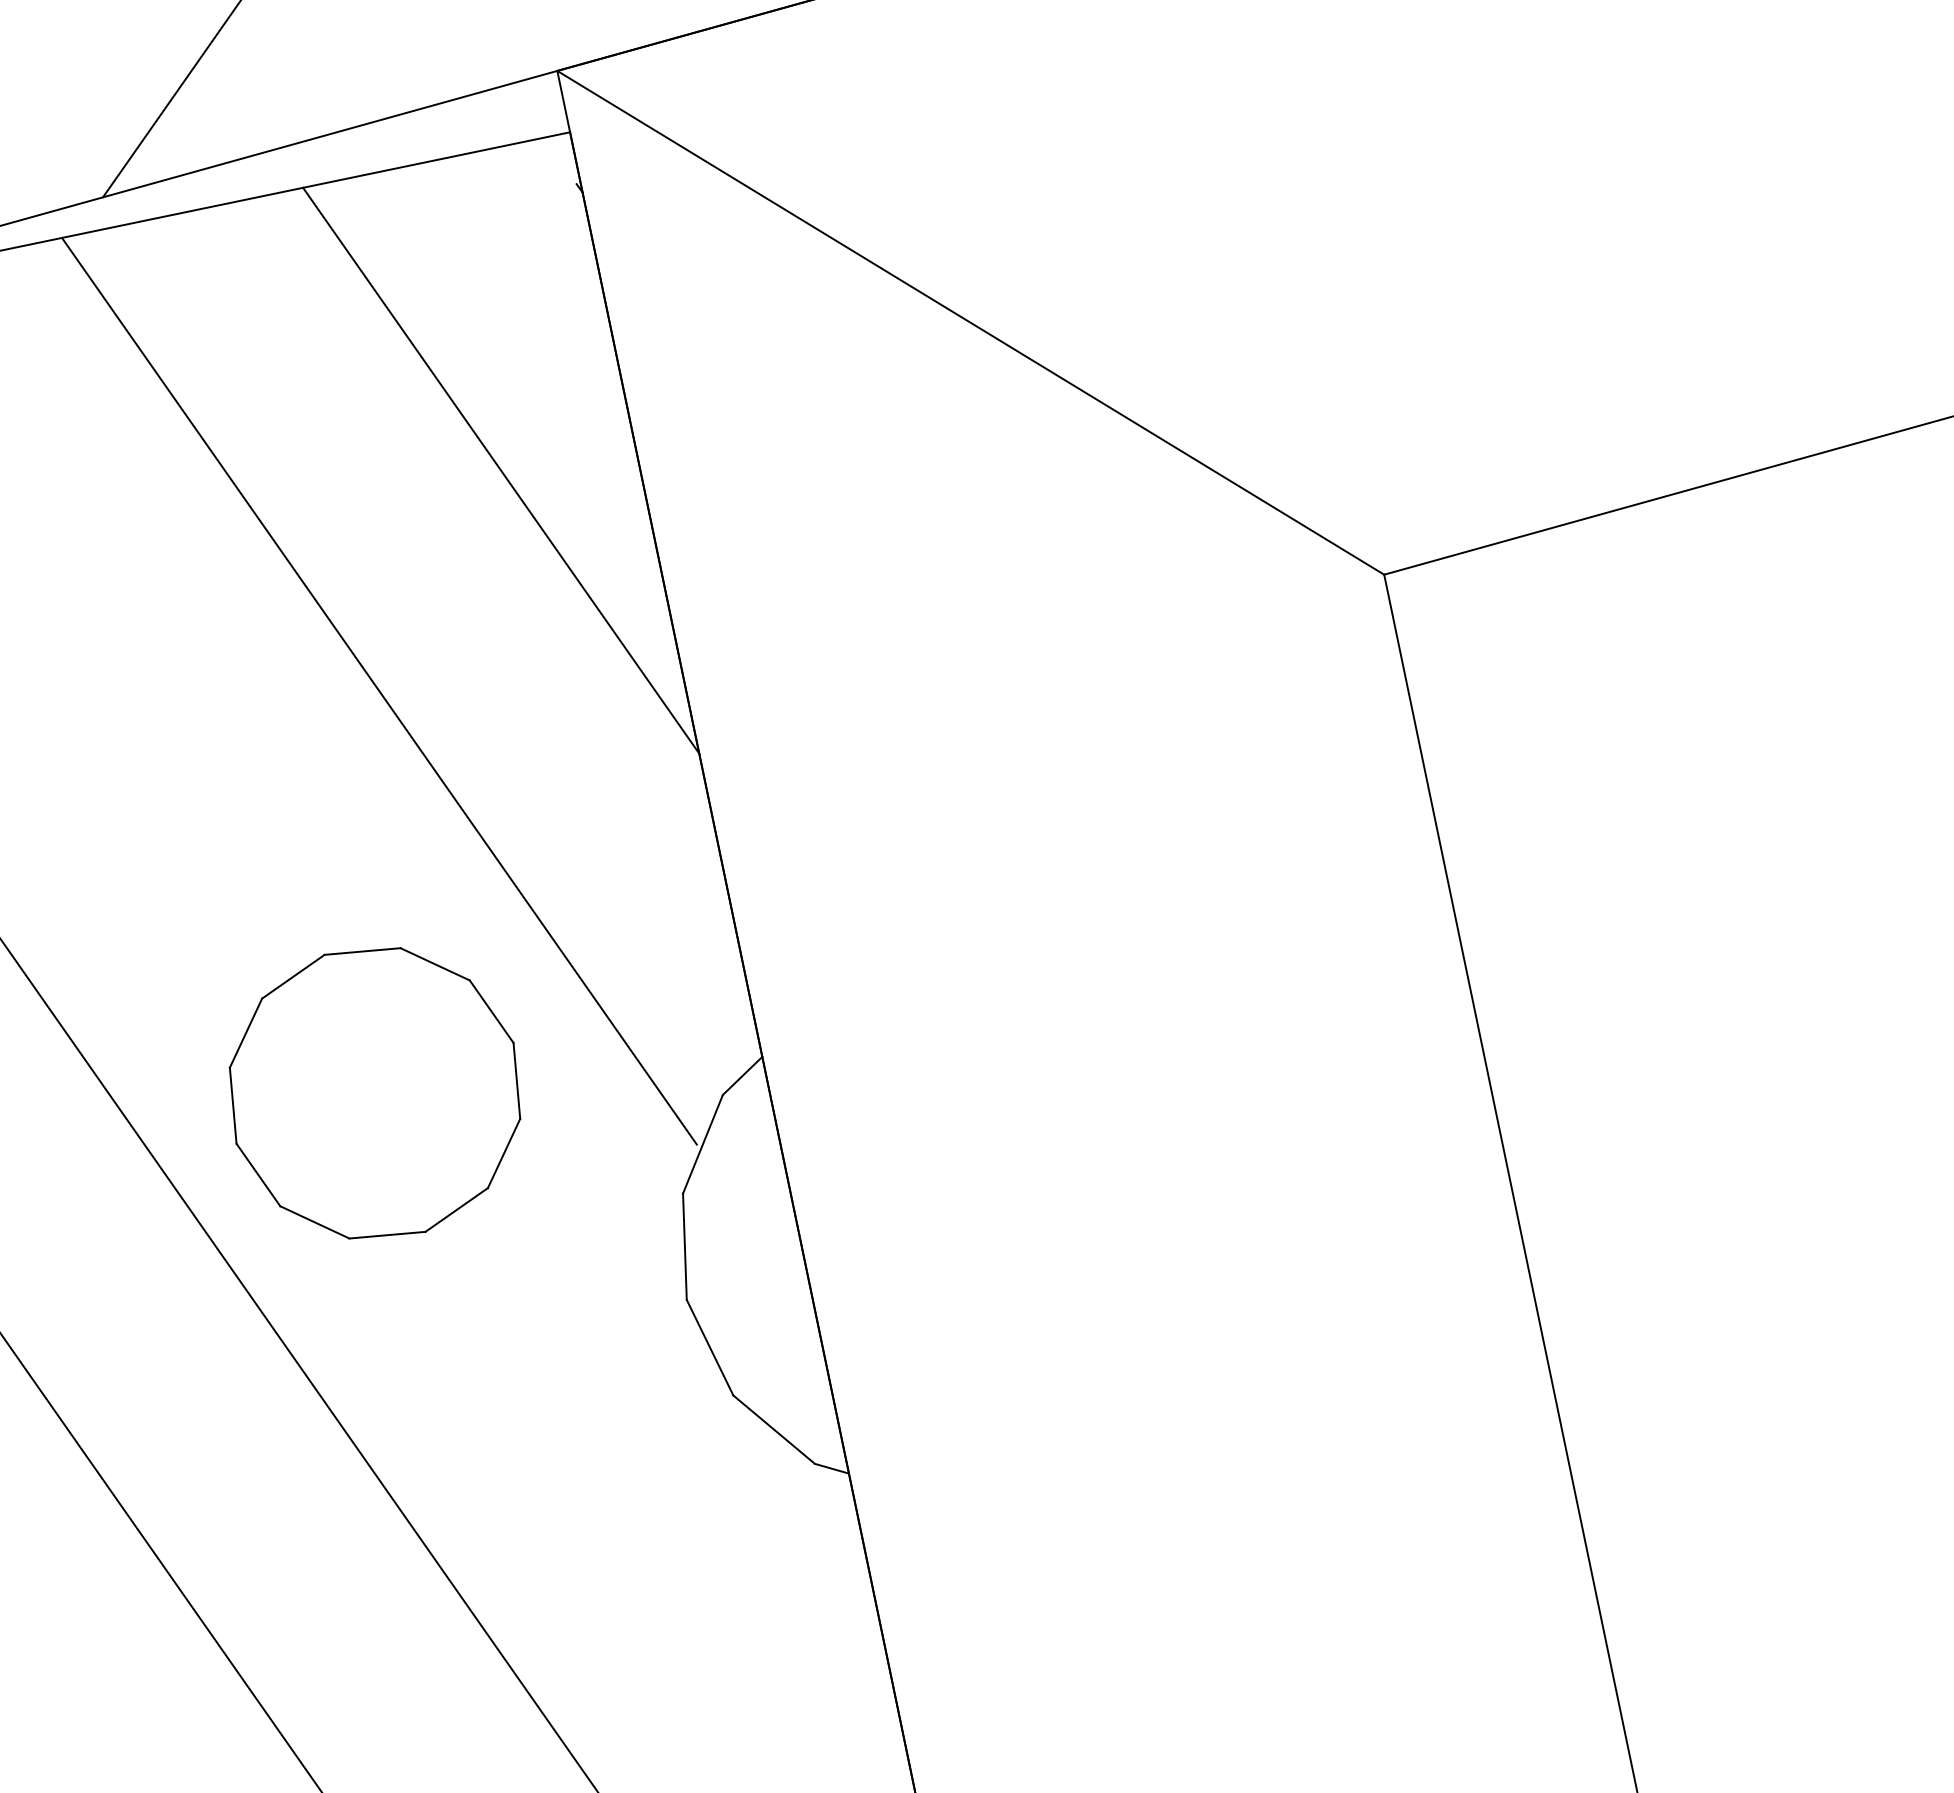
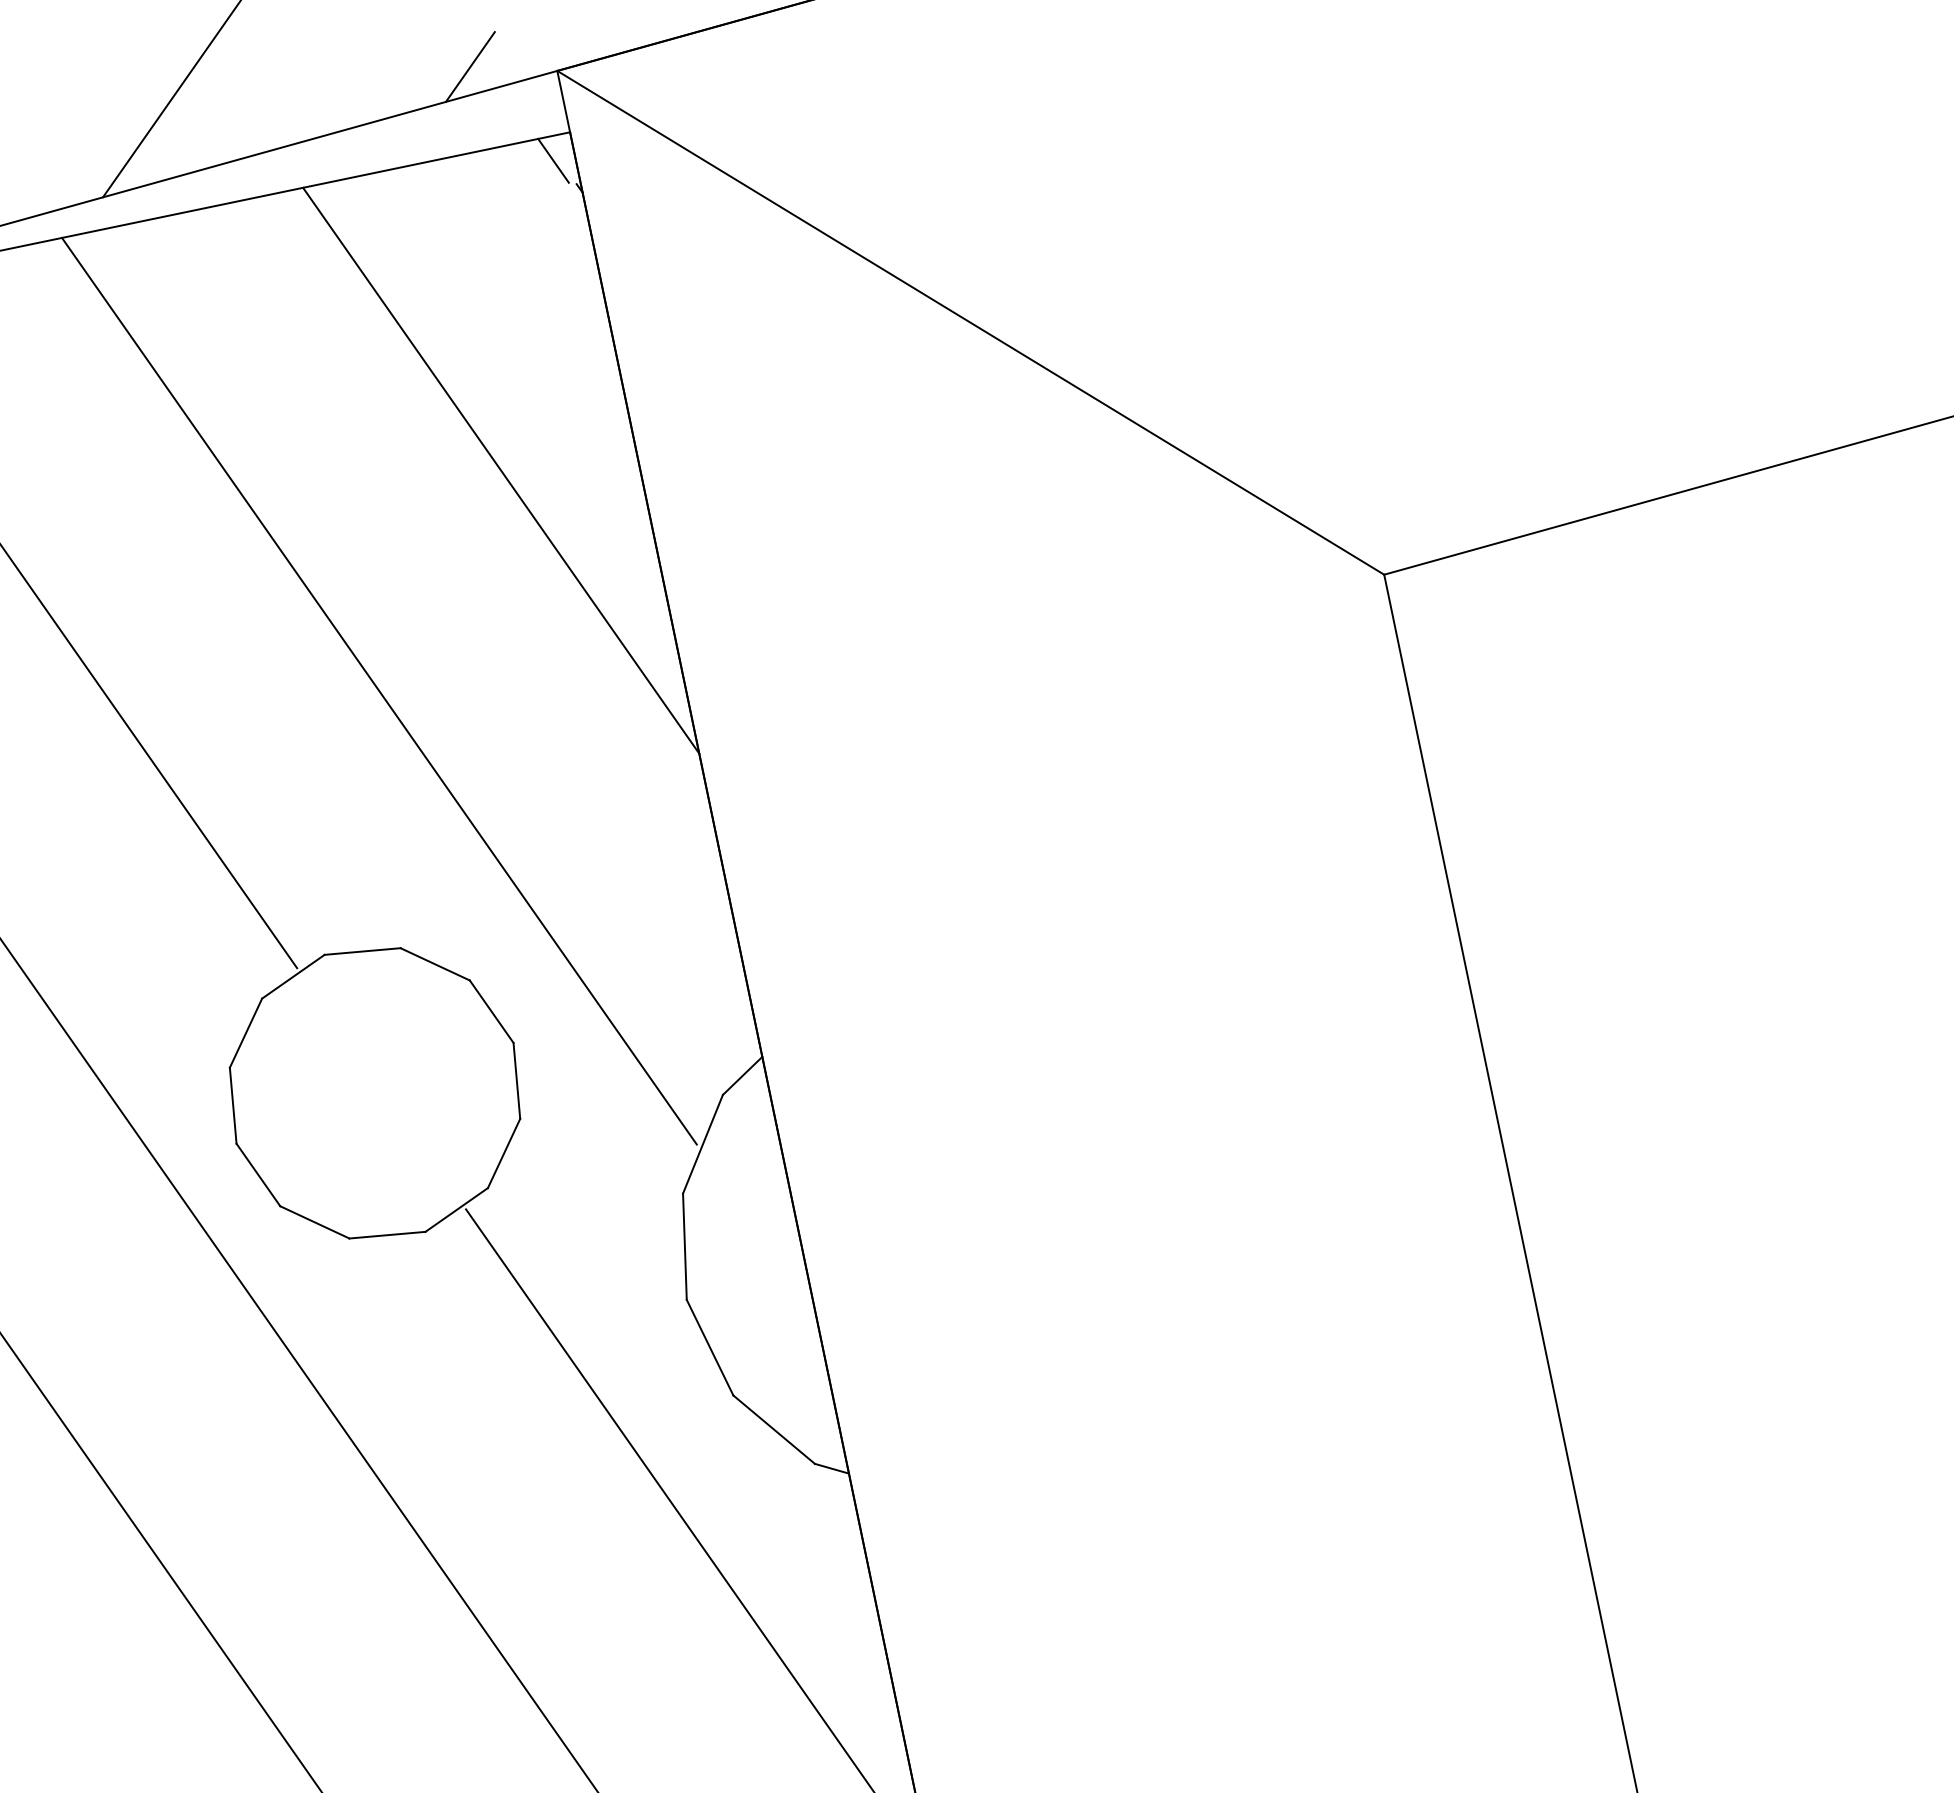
line at (469, 66): none -> present
line at (553, 160): none -> present
line at (149, 757): none -> present
line at (669, 1499): none -> present
